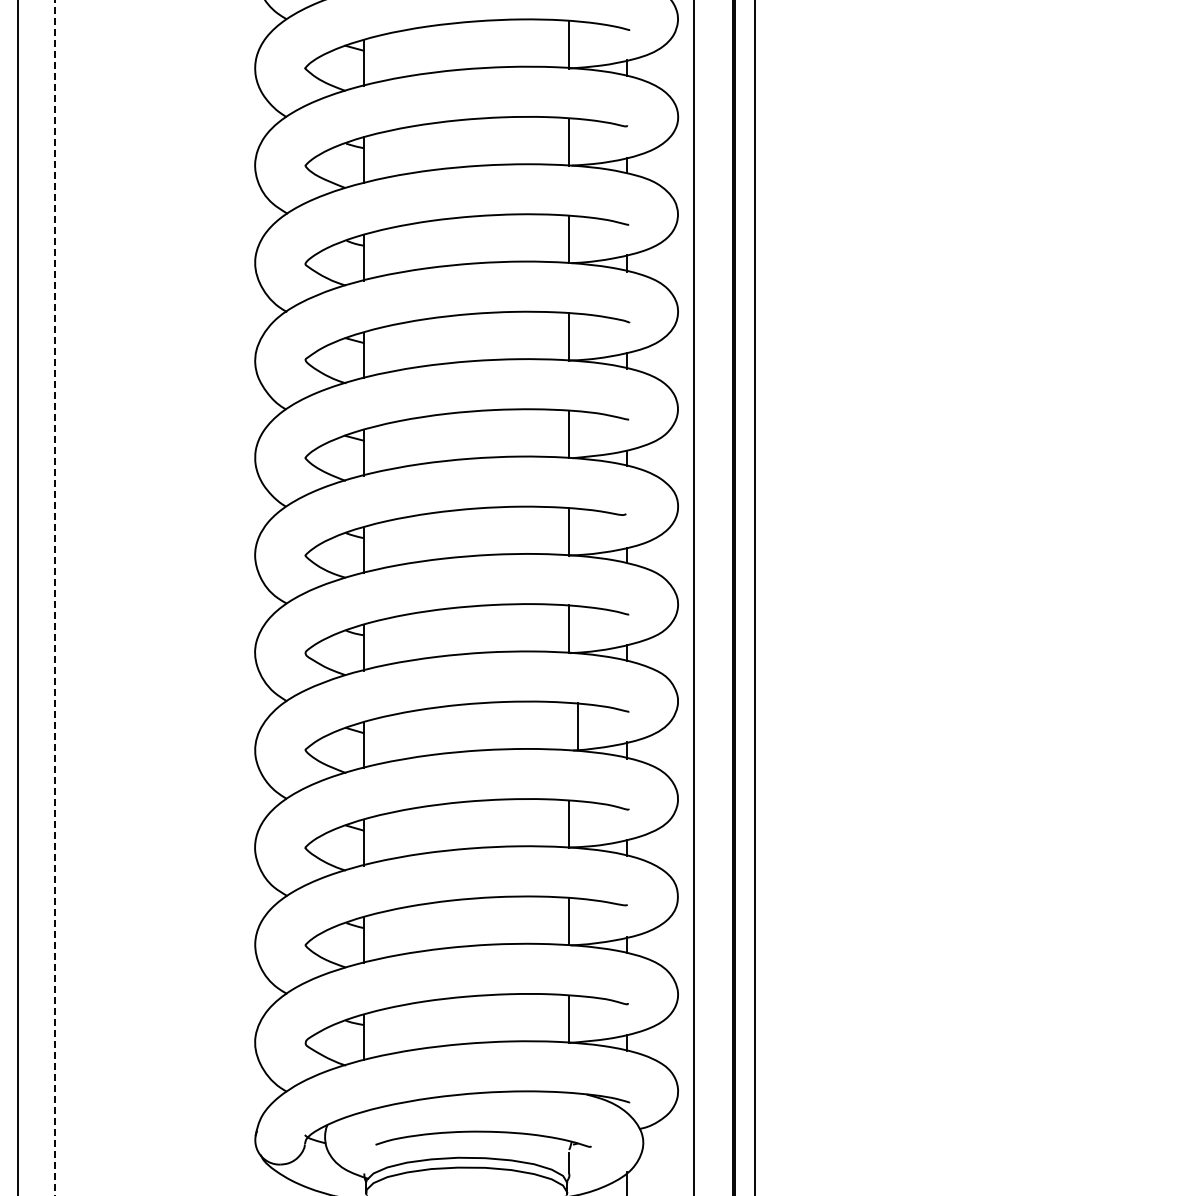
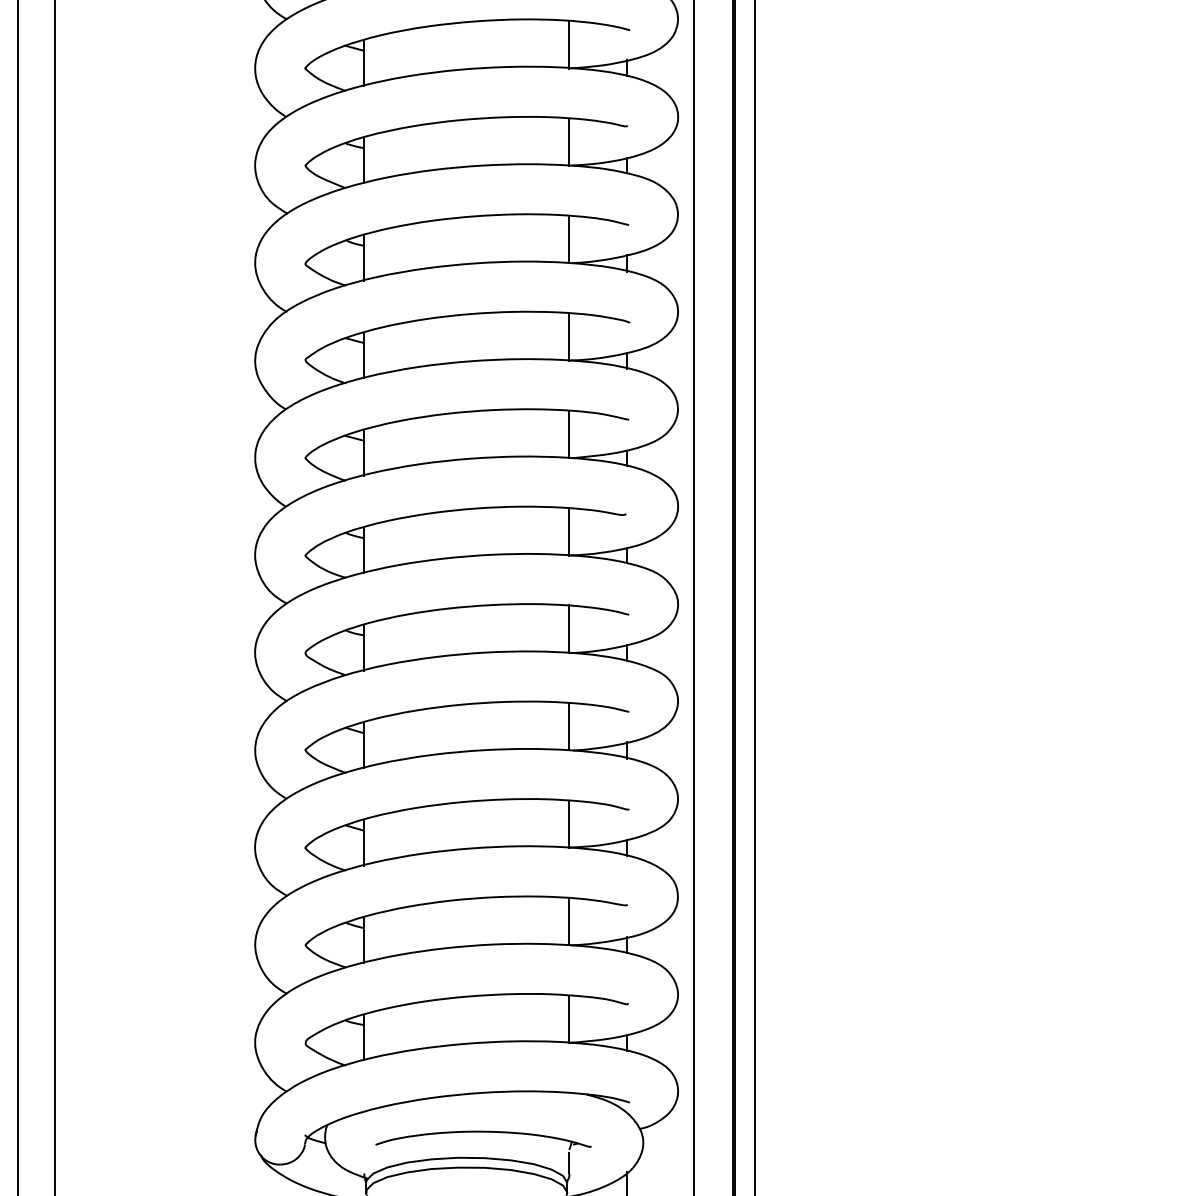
line at (54, 598): dashed -> solid
line at (578, 726) position: (578, 726) -> (569, 726)
